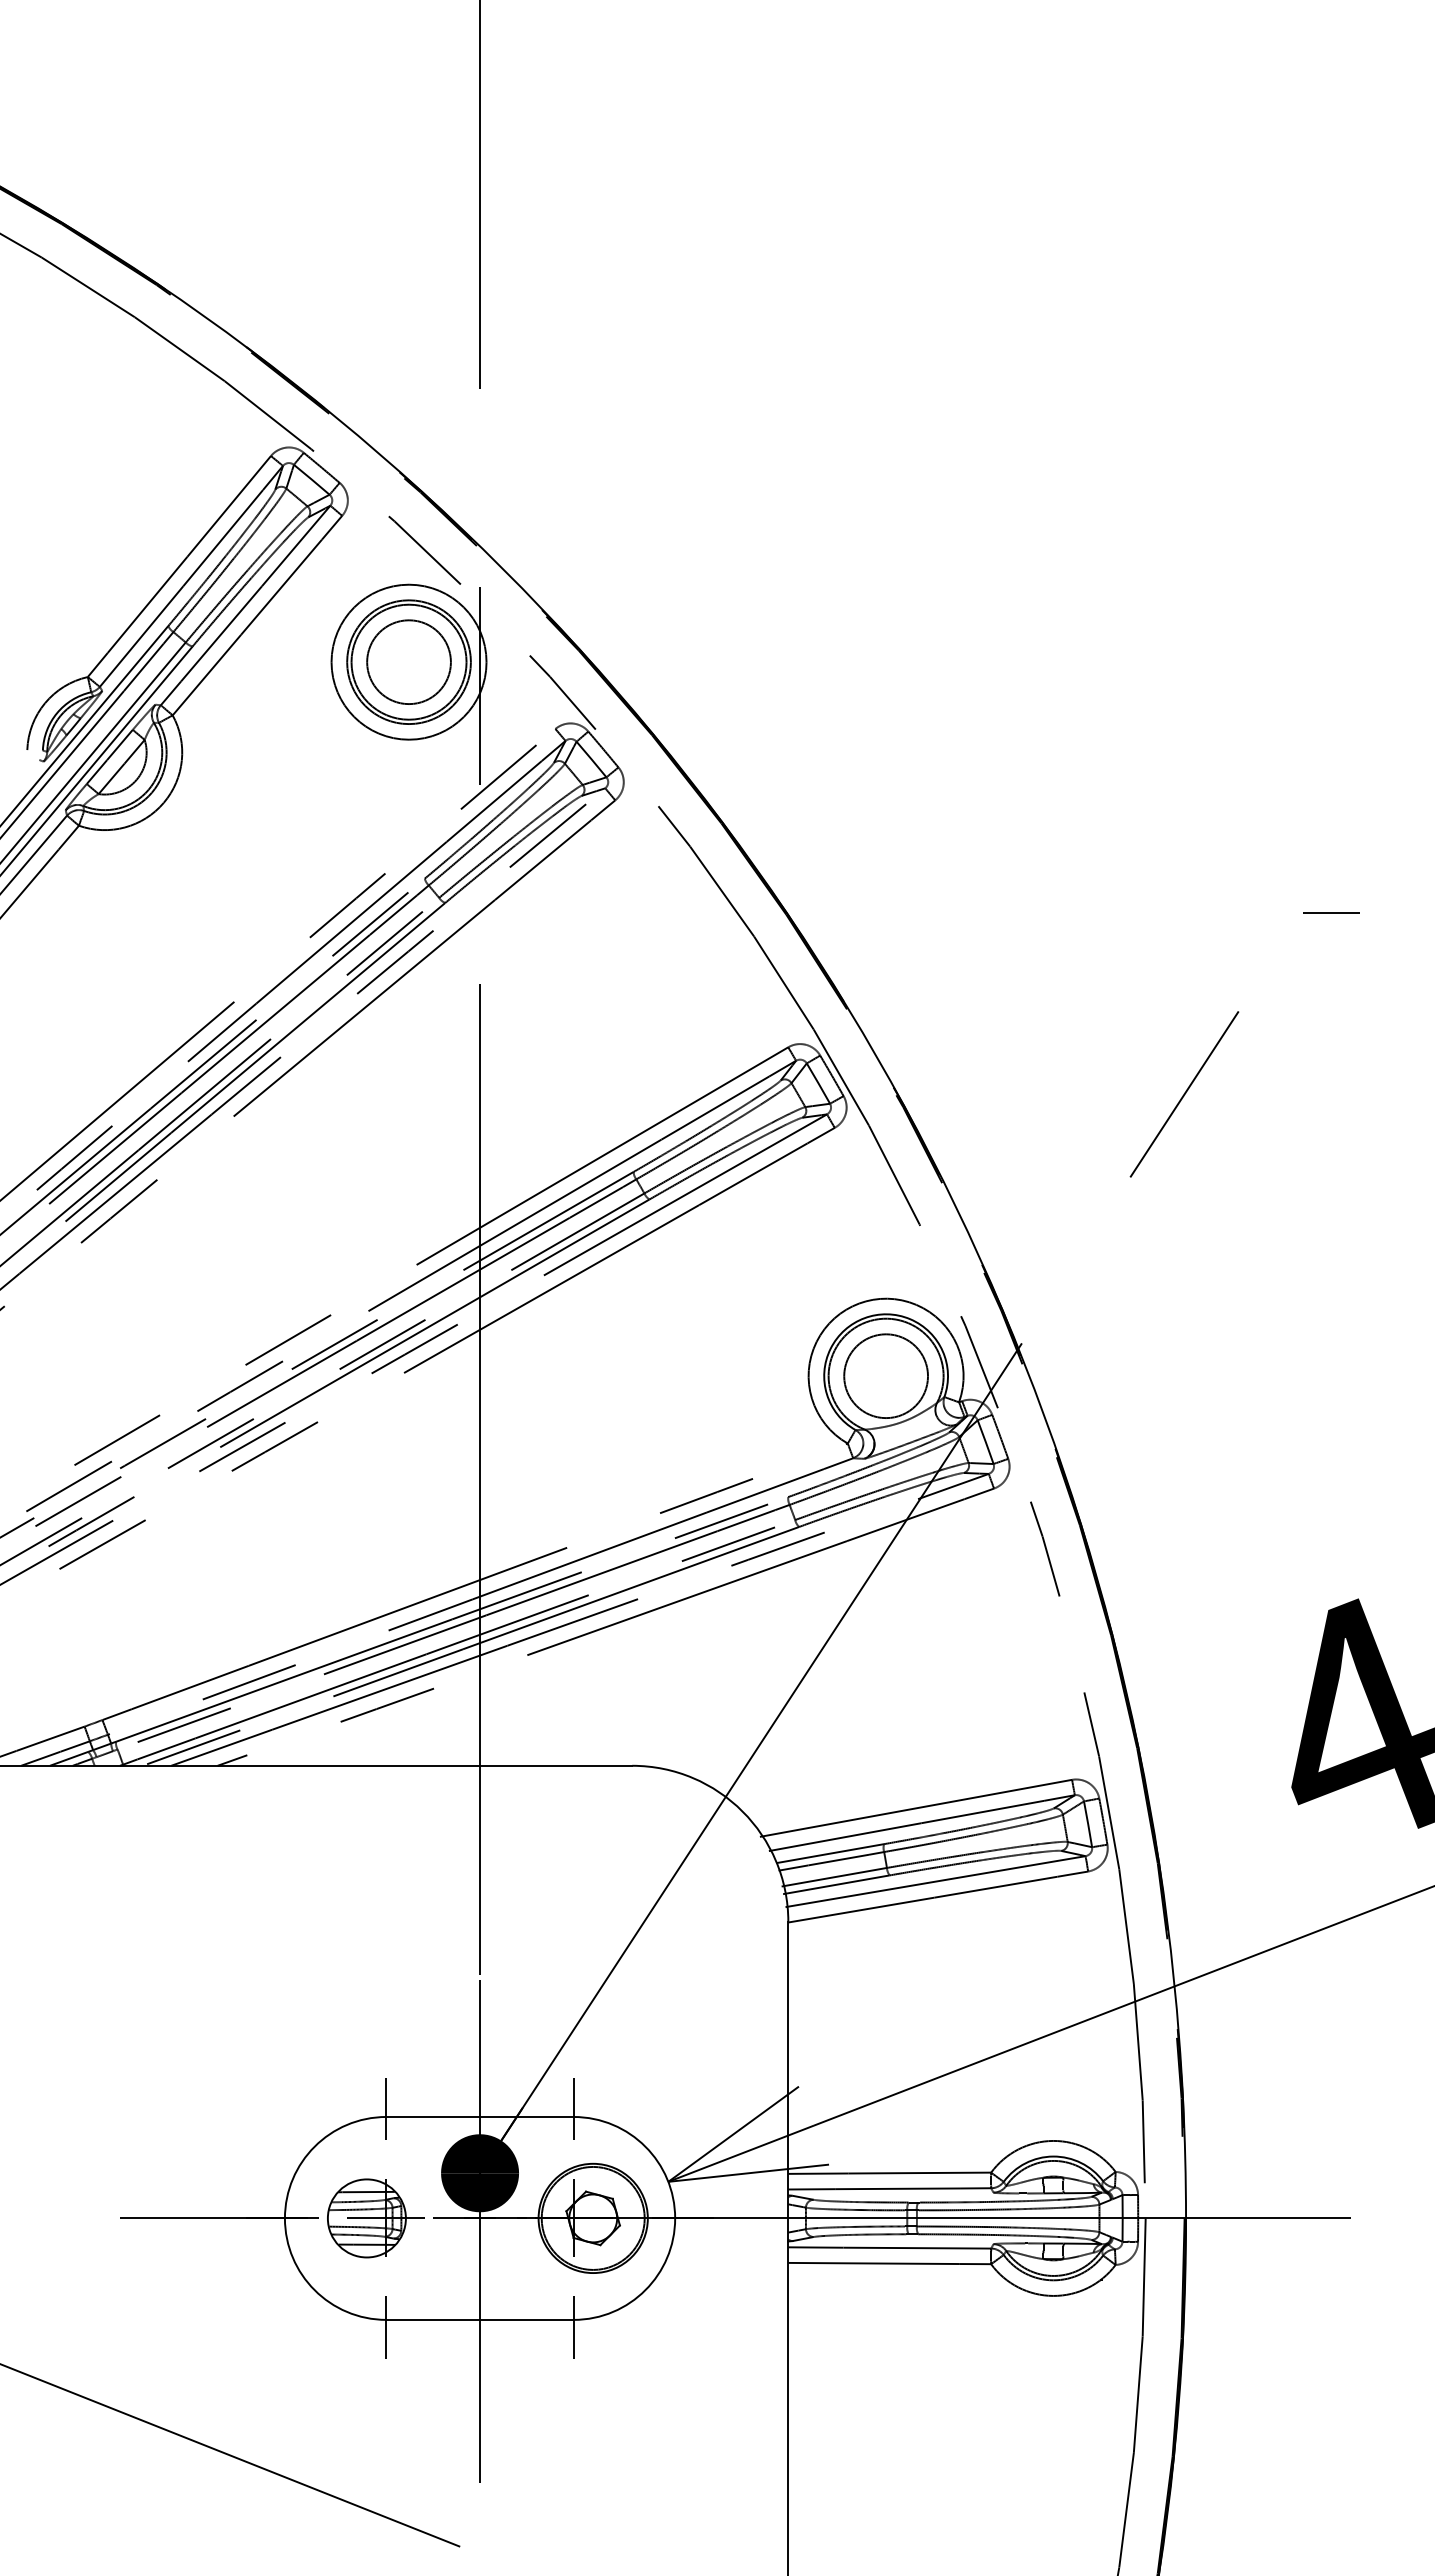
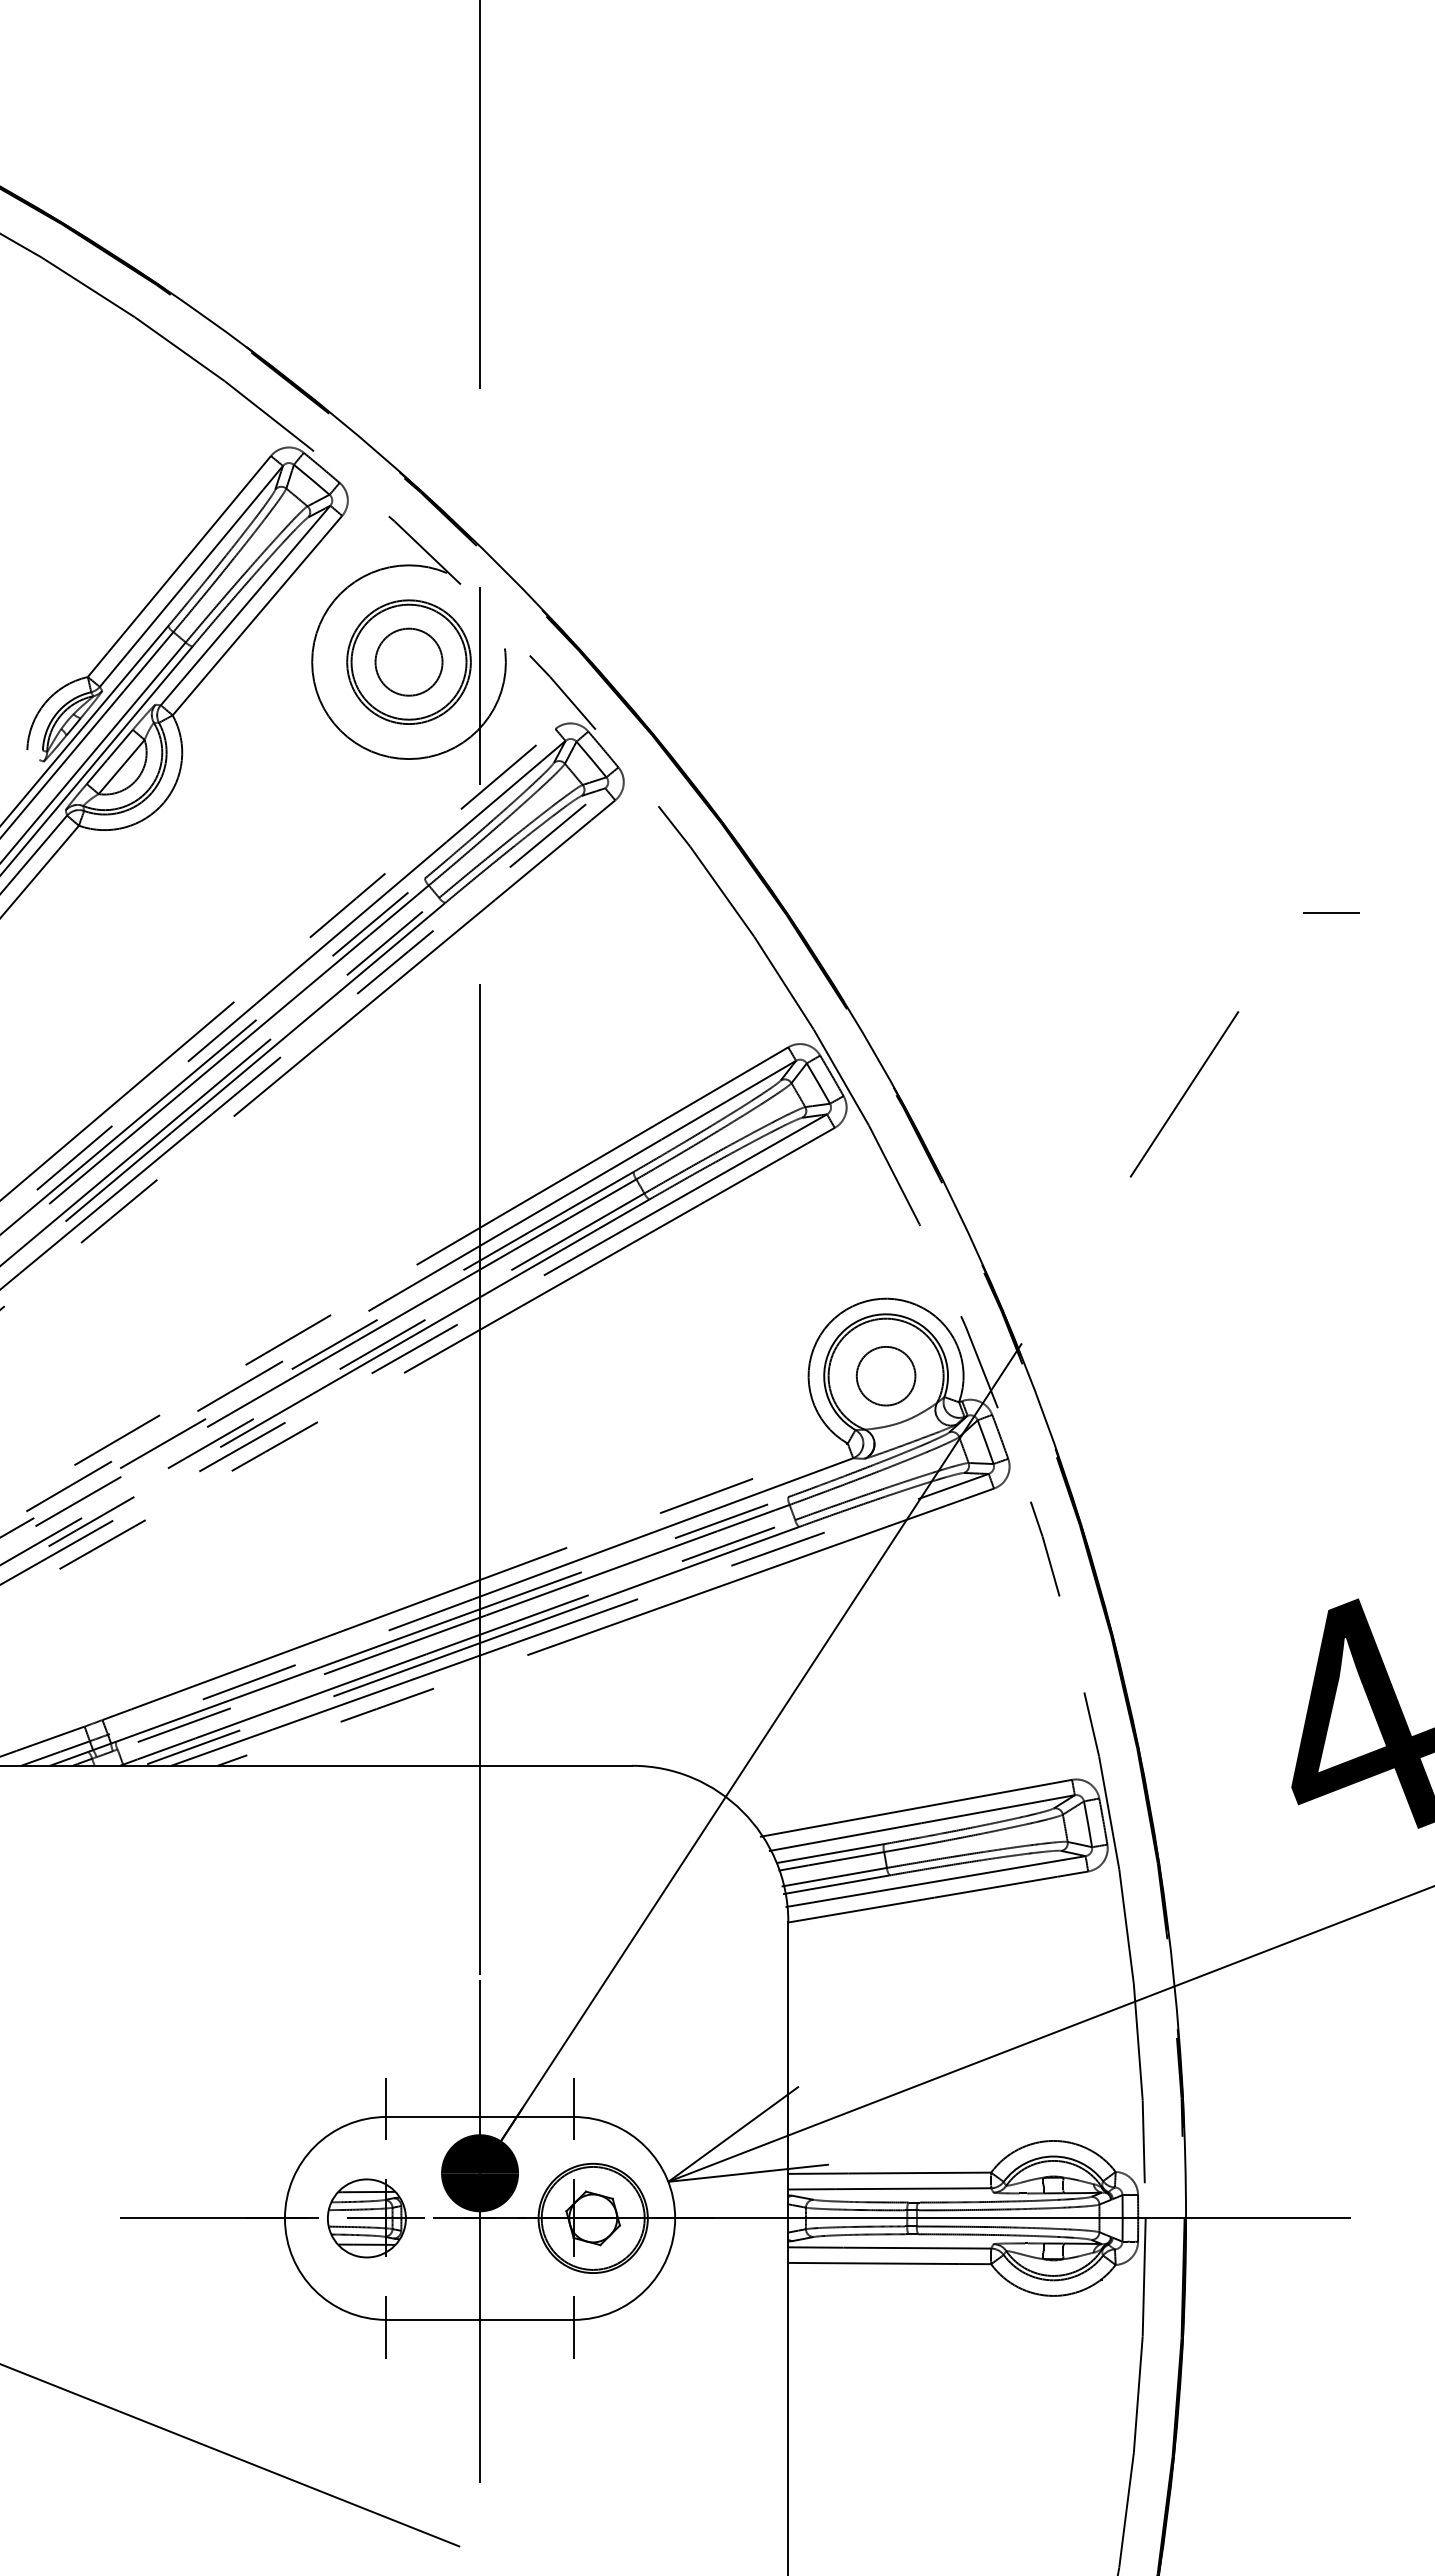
circle at (408, 661) diameter: 155 px -> 194 px
circle at (408, 662) diameter: 84 px -> 67 px
circle at (886, 1376) diameter: 84 px -> 59 px
